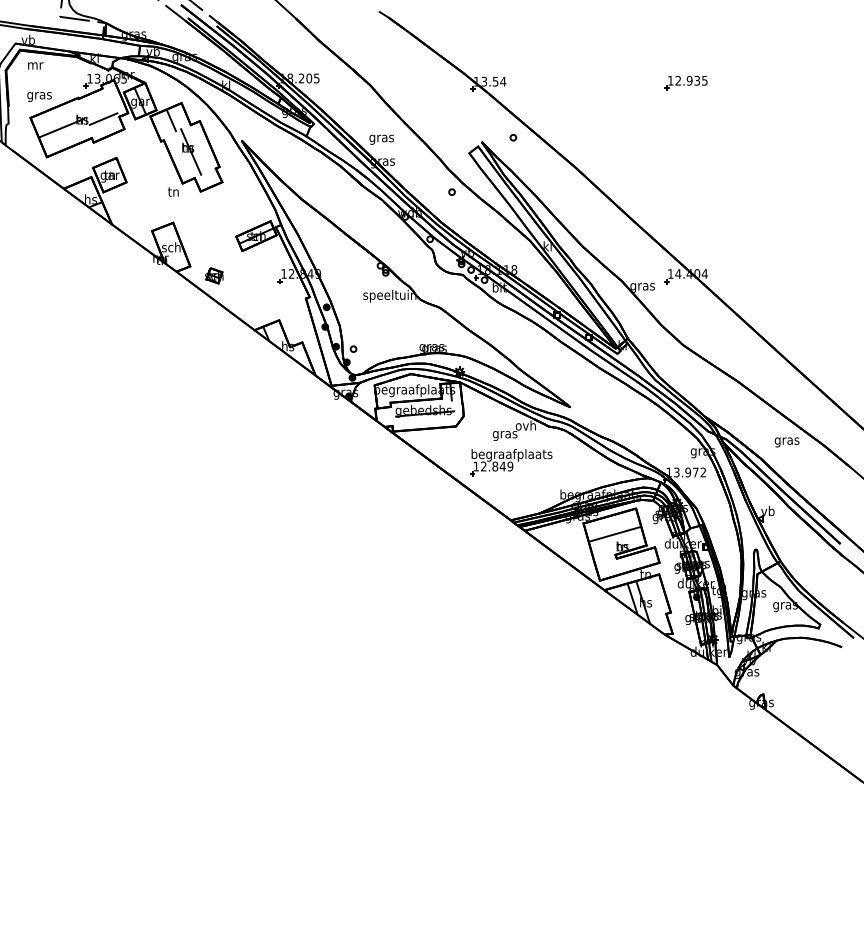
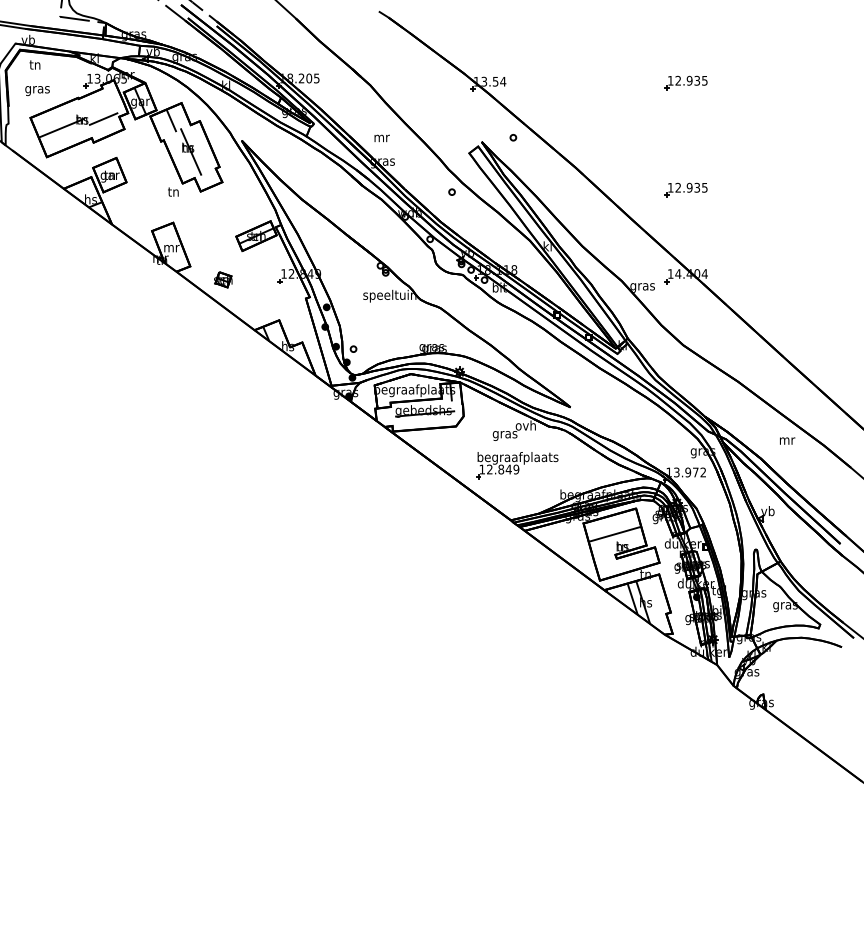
text at (35, 64): mr -> tn
text at (39, 96) position: (39, 96) -> (37, 90)
text at (381, 139): gras -> mr
part at (685, 189): none -> present
text at (171, 247): sch -> mr
part at (214, 275) position: (214, 275) -> (223, 279)
text at (786, 442): gras -> mr
part at (511, 462) position: (511, 462) -> (517, 465)
